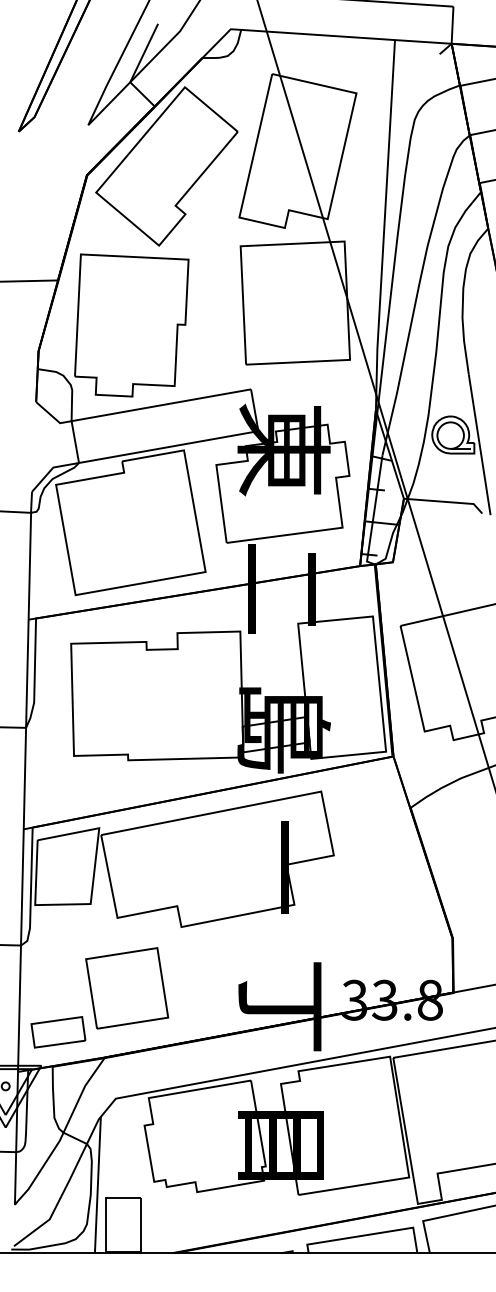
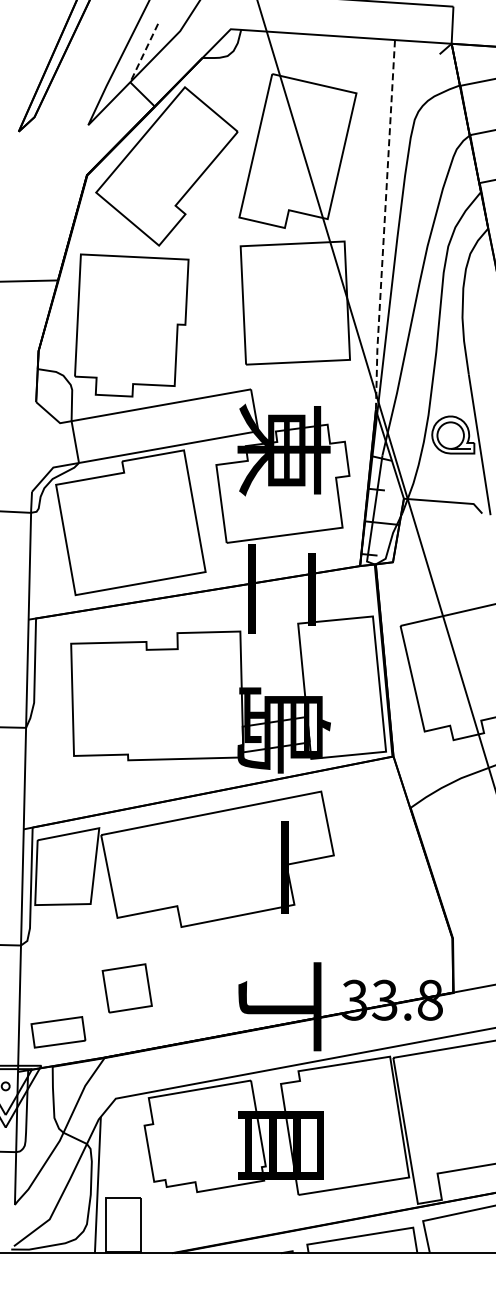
line at (143, 53): solid -> dashed
line at (384, 225): solid -> dashed
part at (127, 988) size: 85x83 px -> 52x51 px
